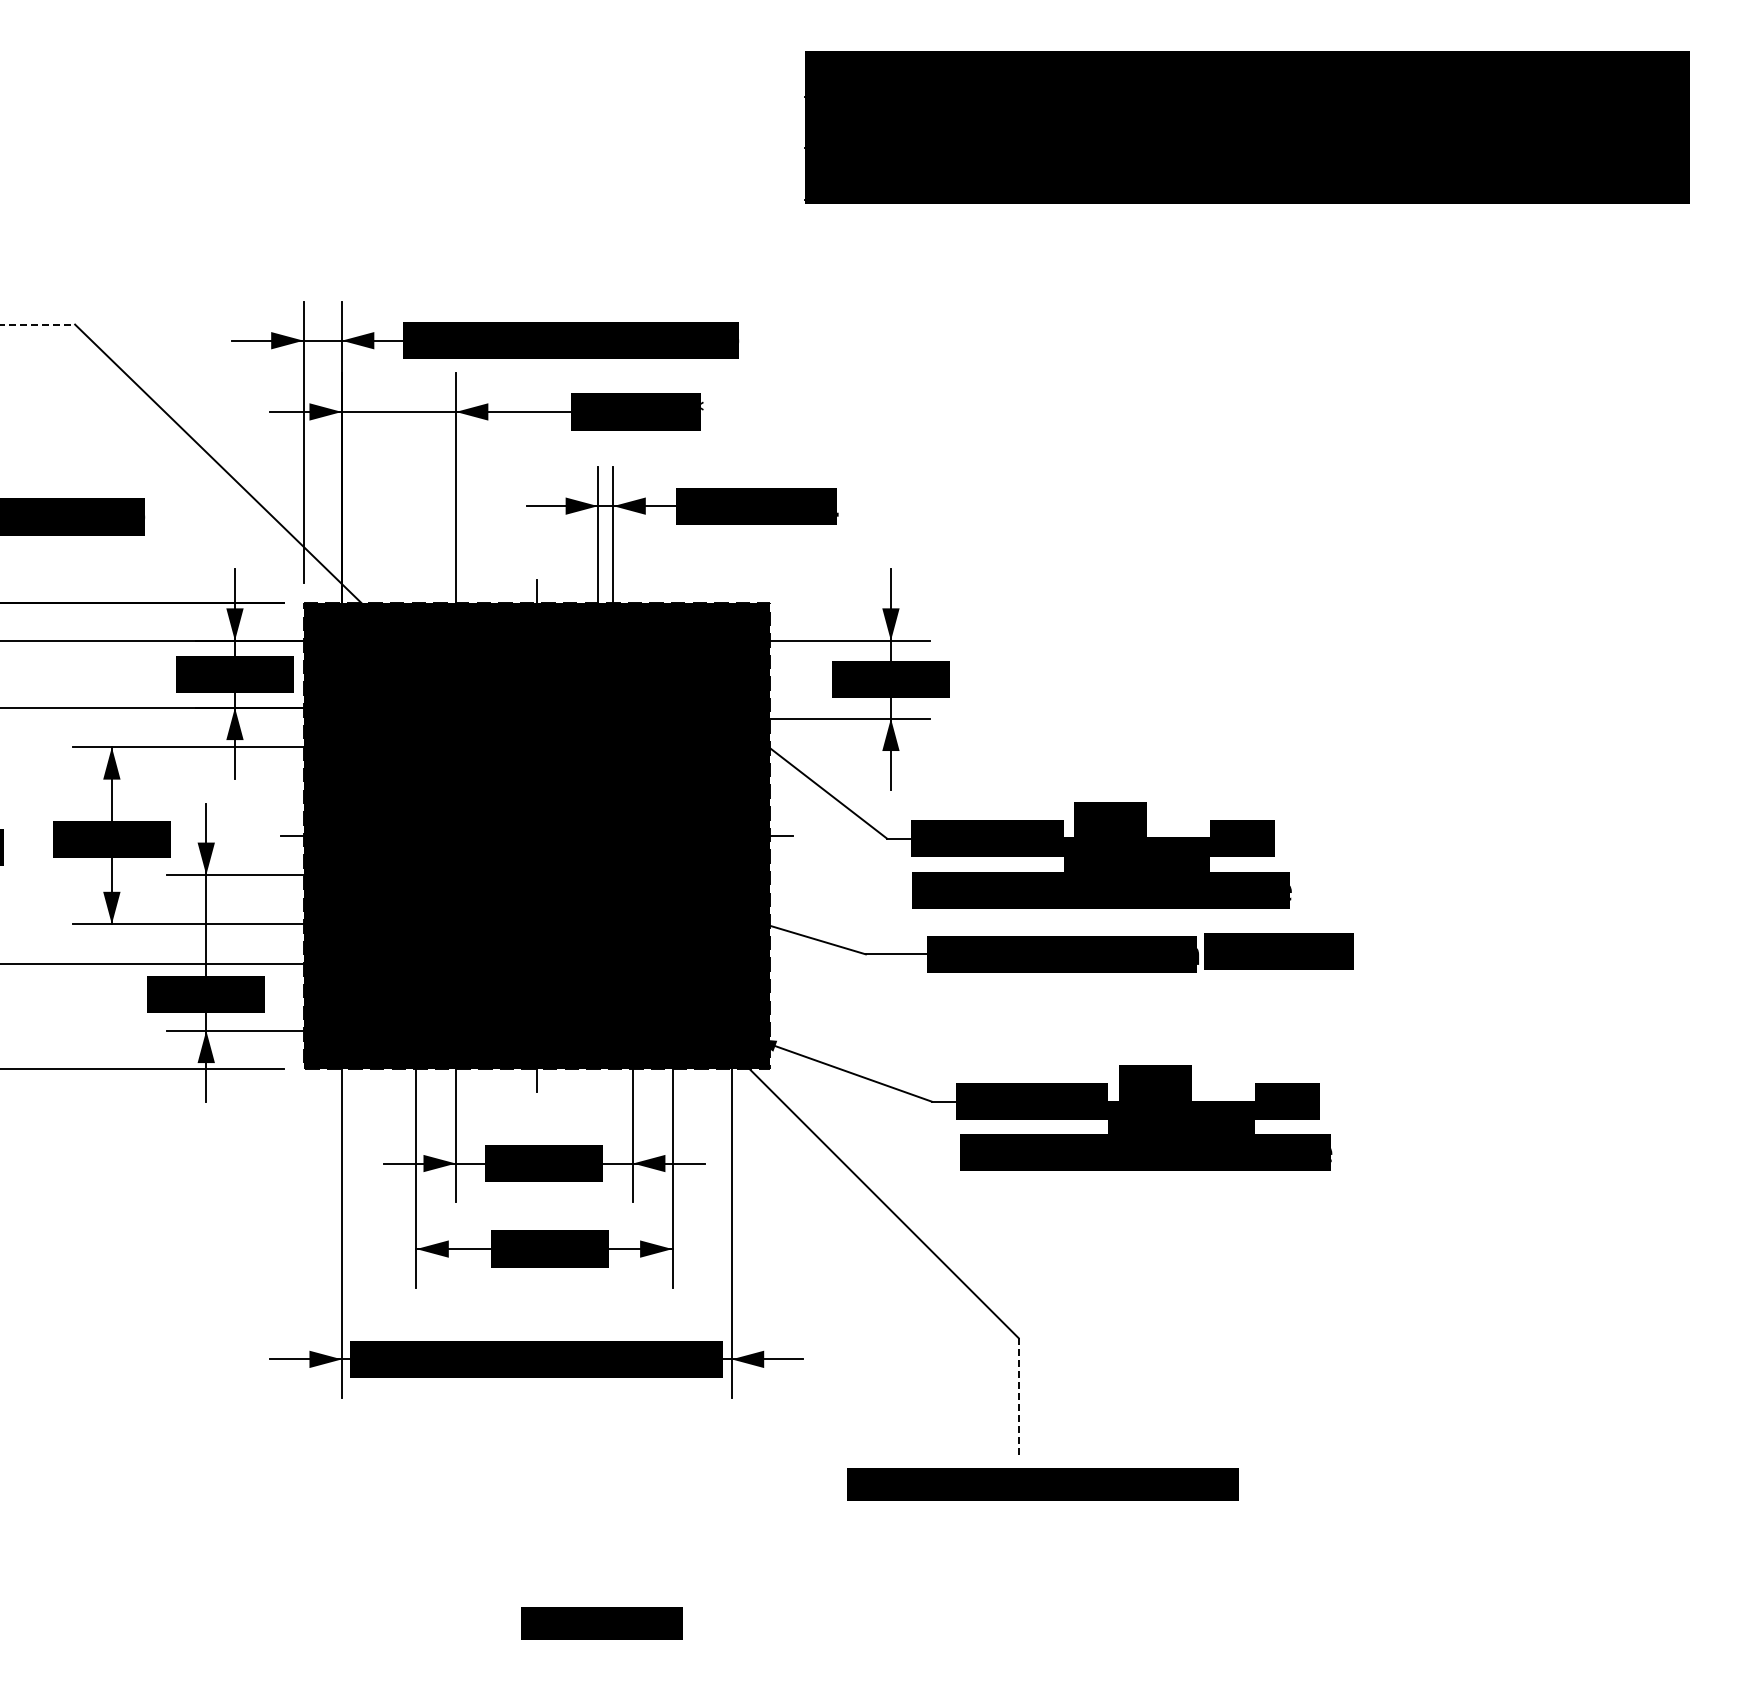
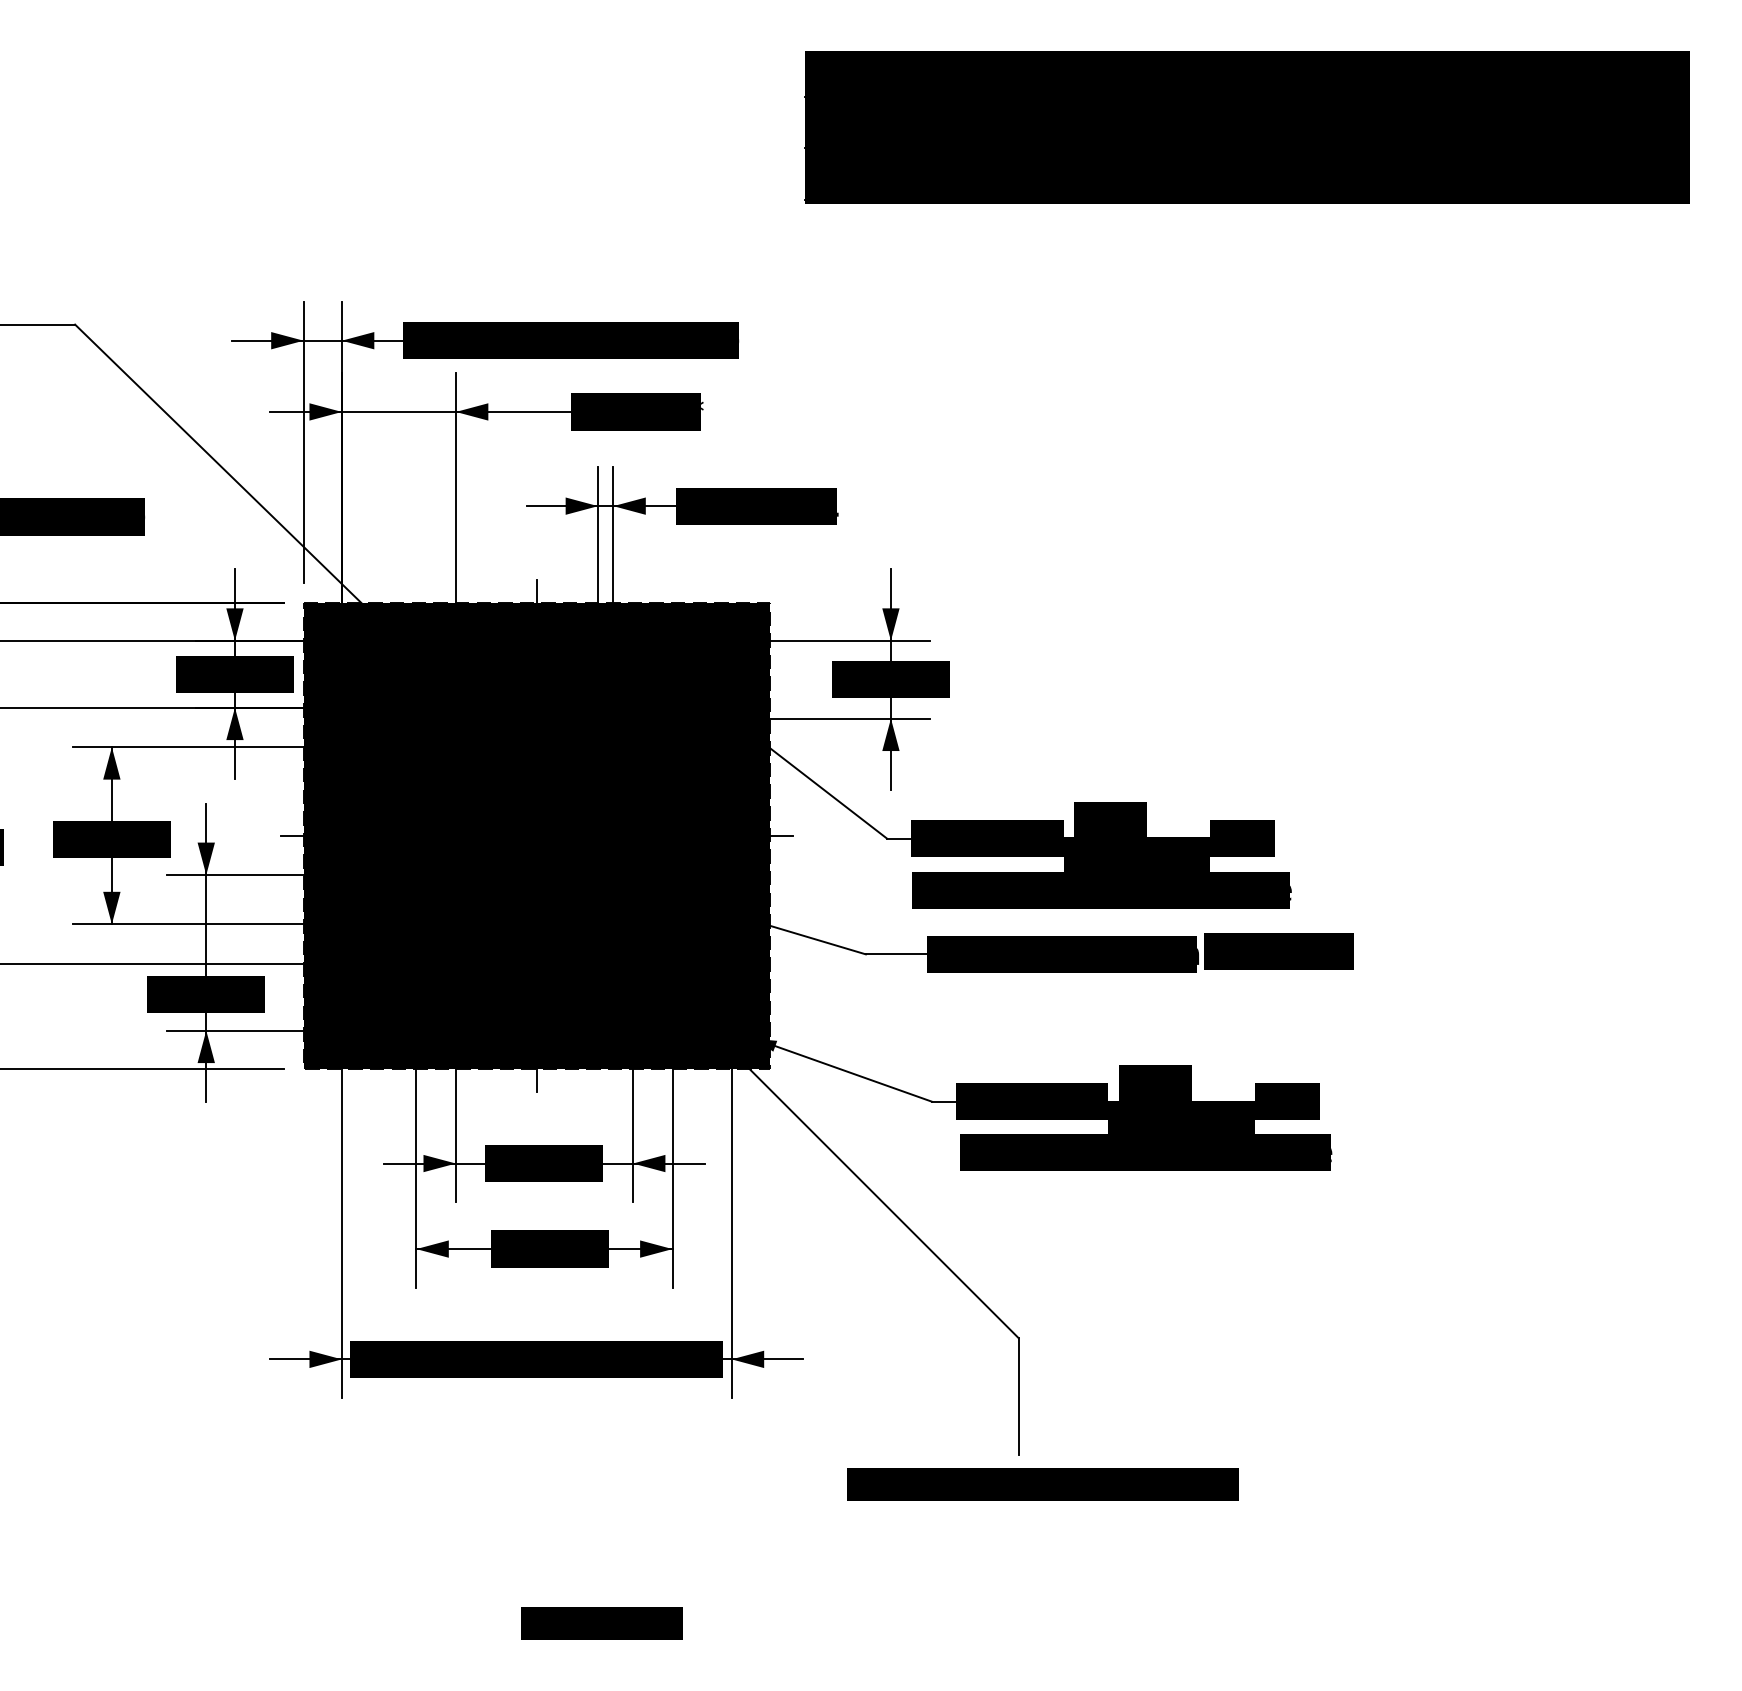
line at (38, 324): dashed -> solid
line at (1018, 1395): dashed -> solid
